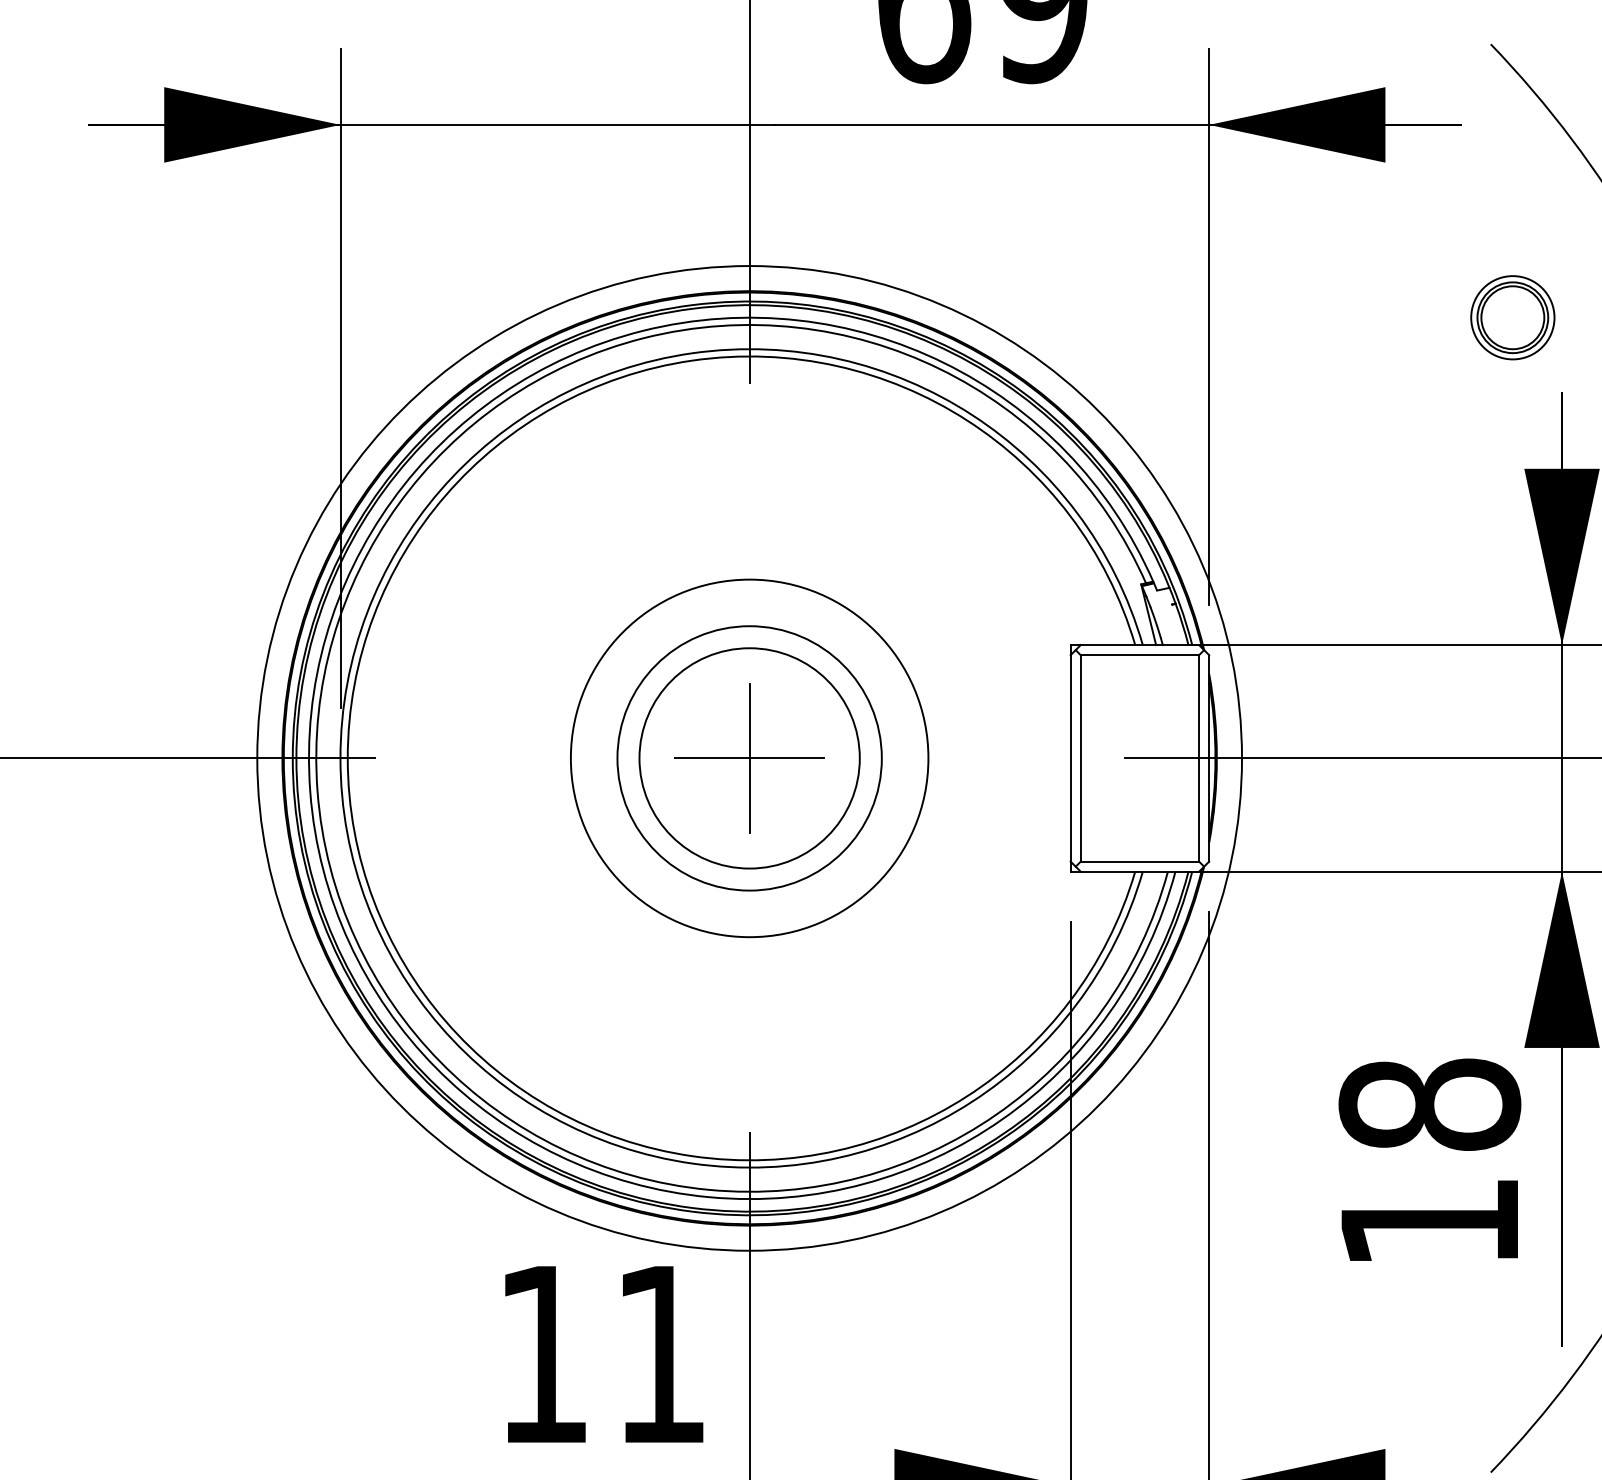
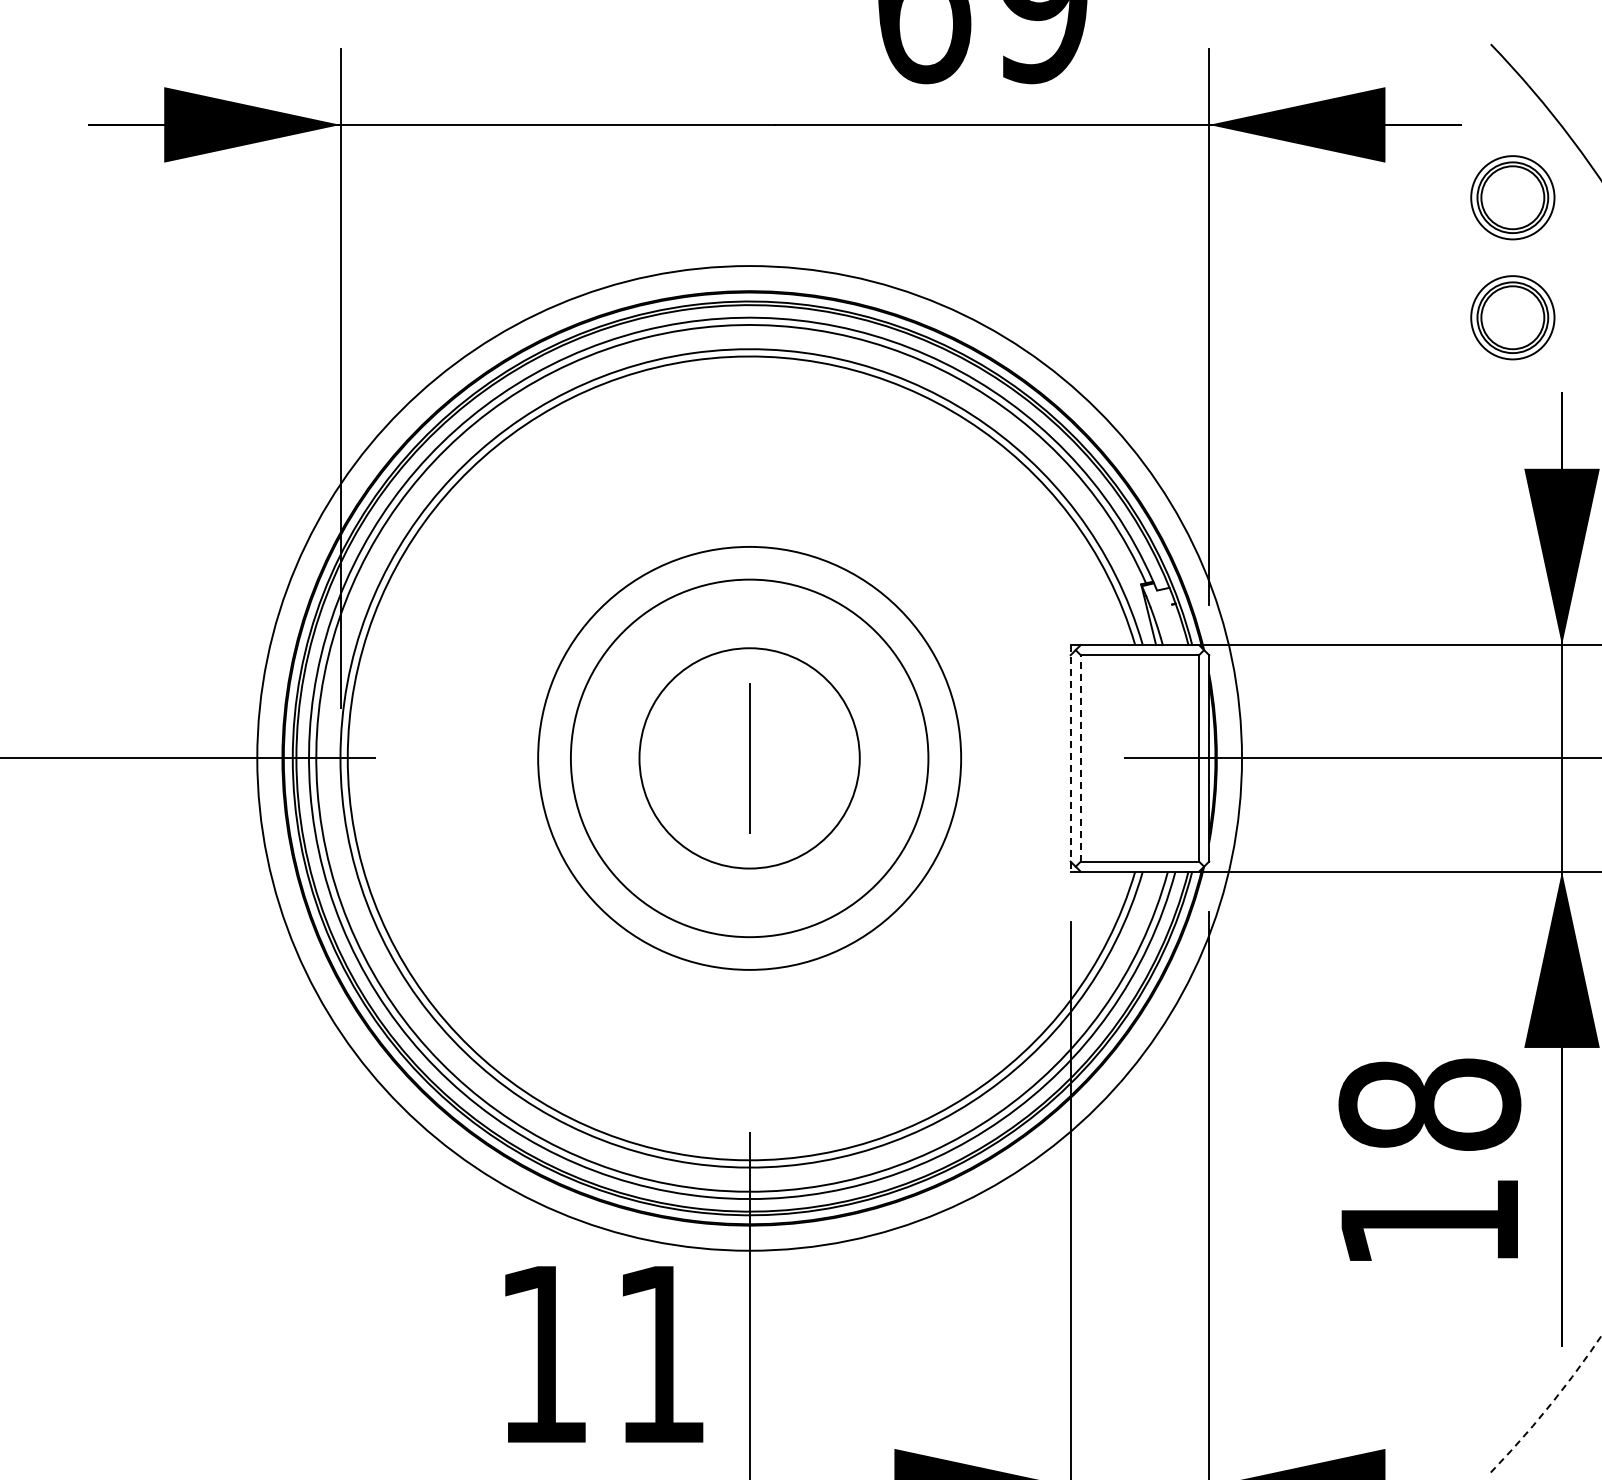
line at (749, 193): present -> none
part at (1512, 197): none -> present
line at (1080, 757): solid -> dashed
circle at (749, 758) diameter: 264 px -> 423 px
line at (749, 758): present -> none
line at (1070, 758): solid -> dashed
arc at (1549, 1405): solid -> dashed
